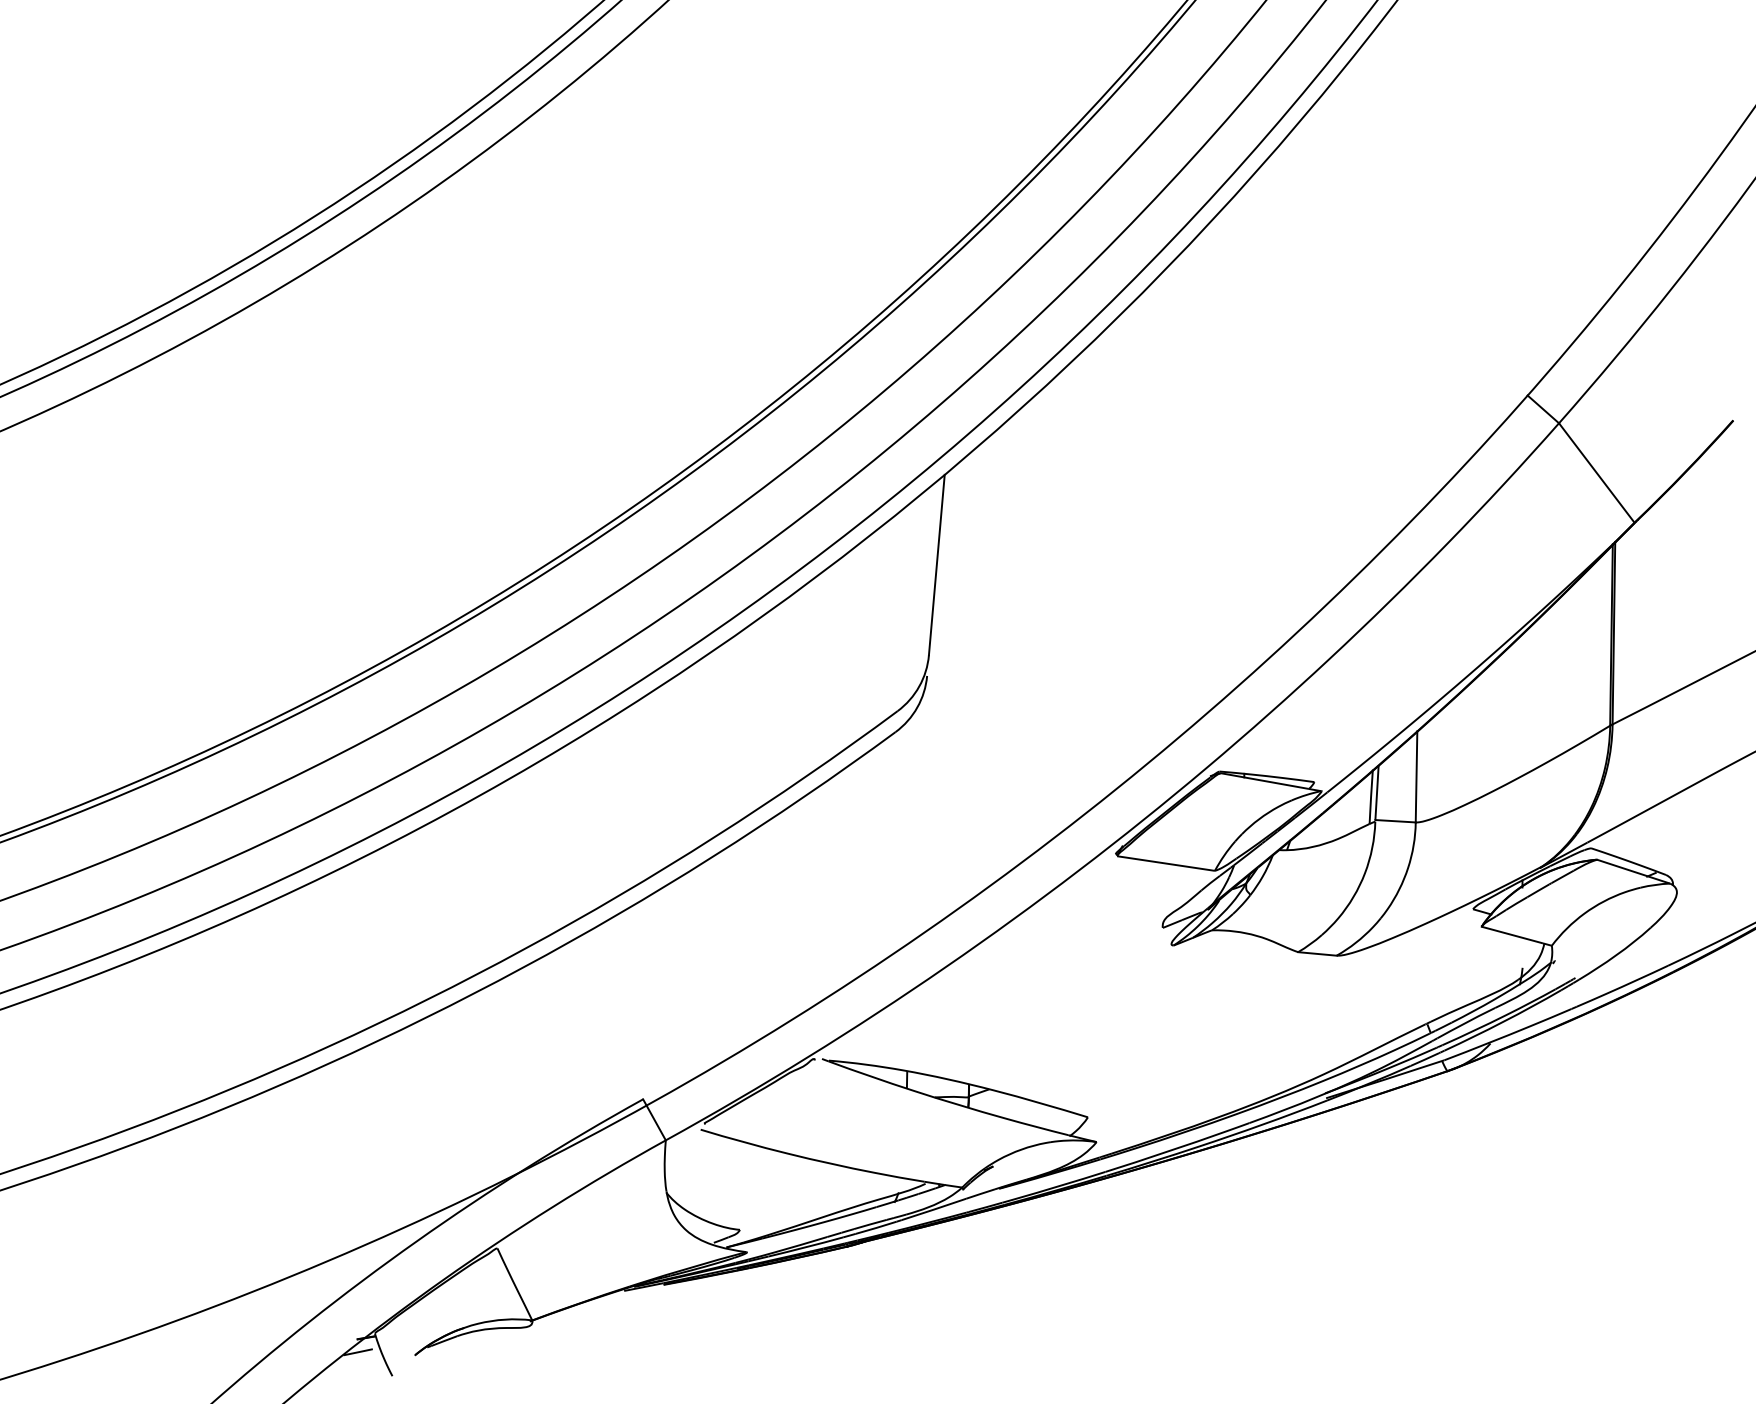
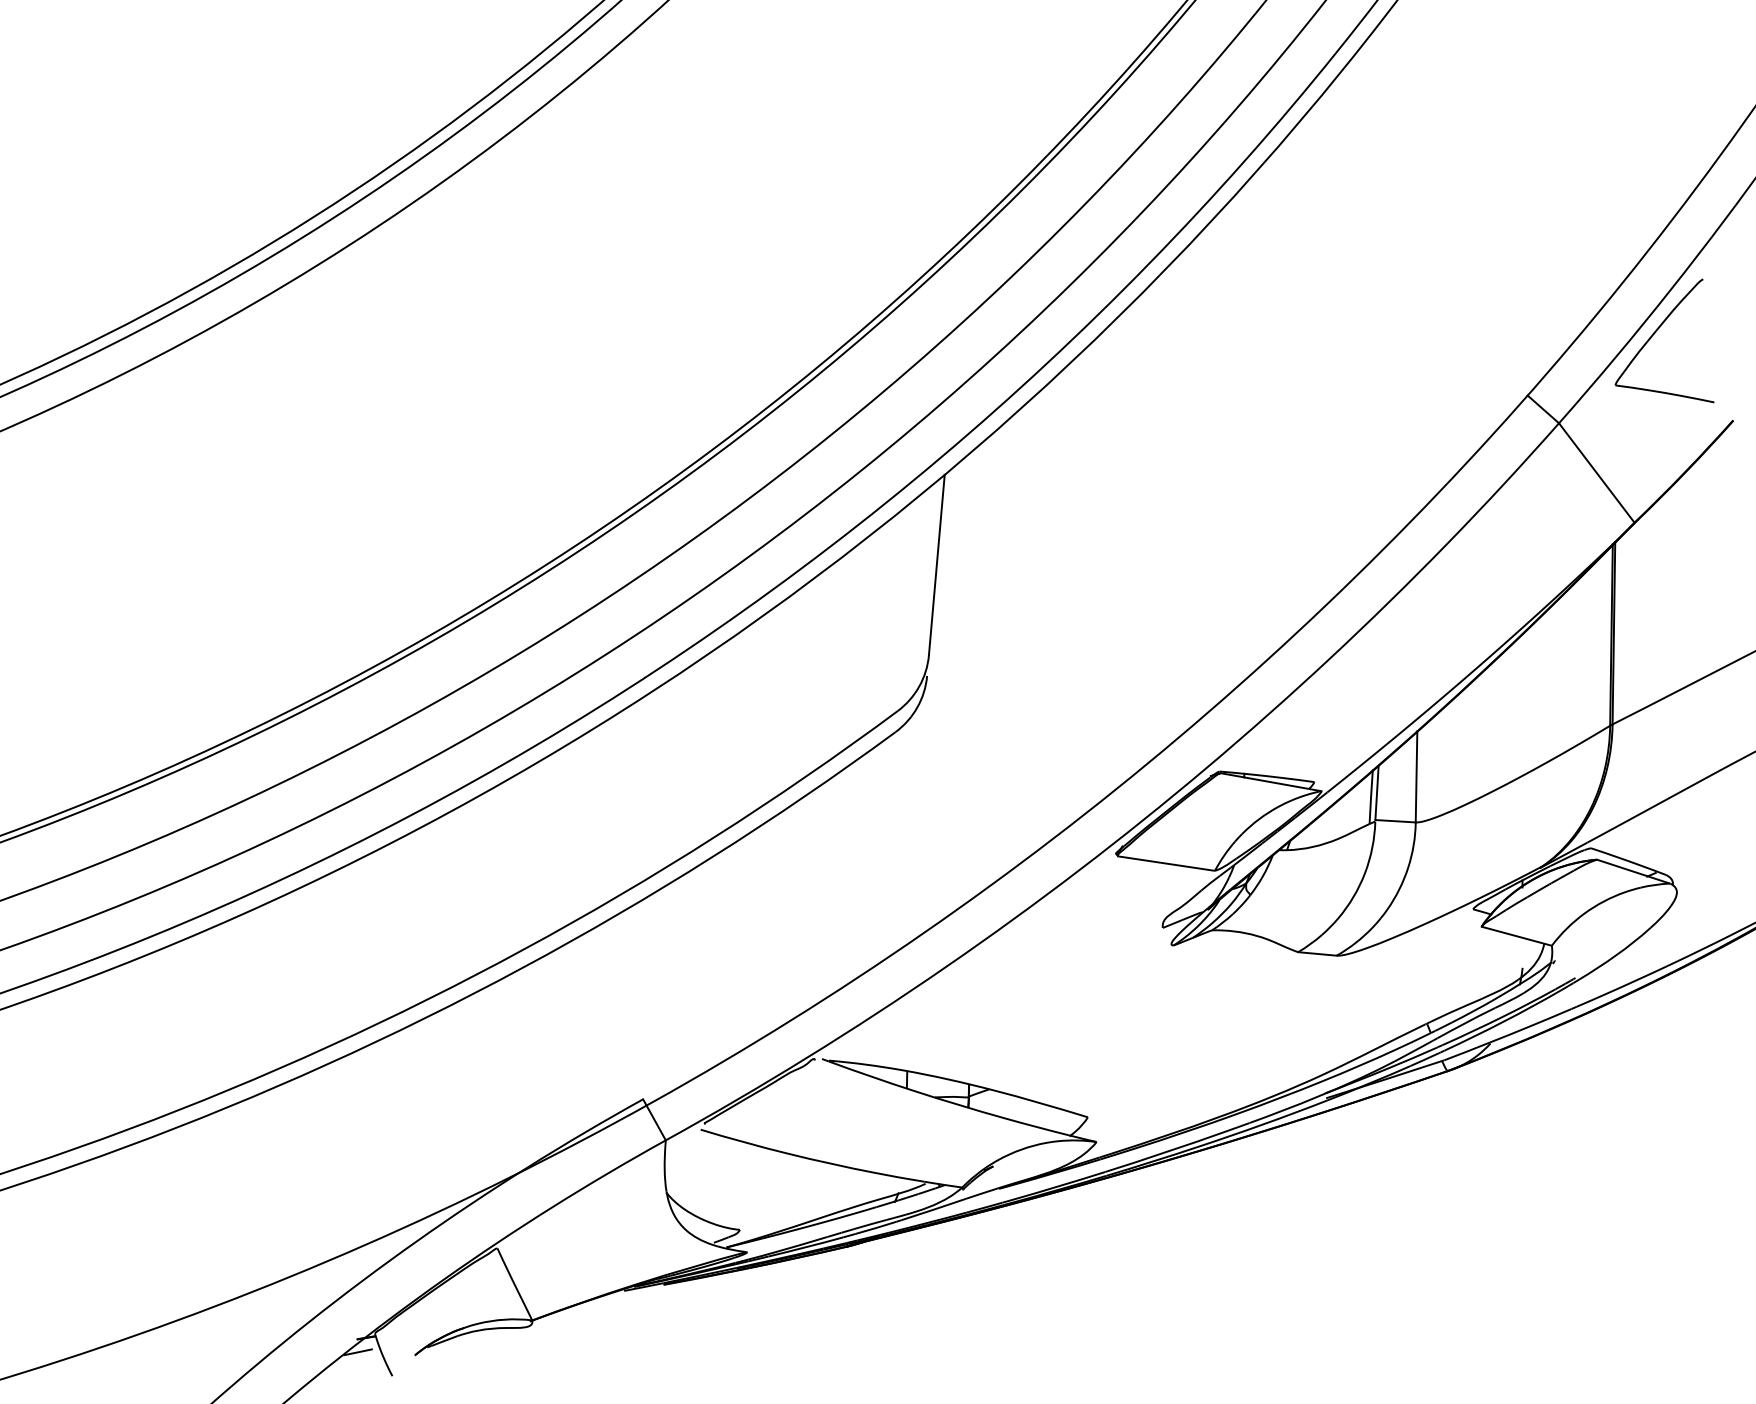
part at (1656, 332): none -> present
